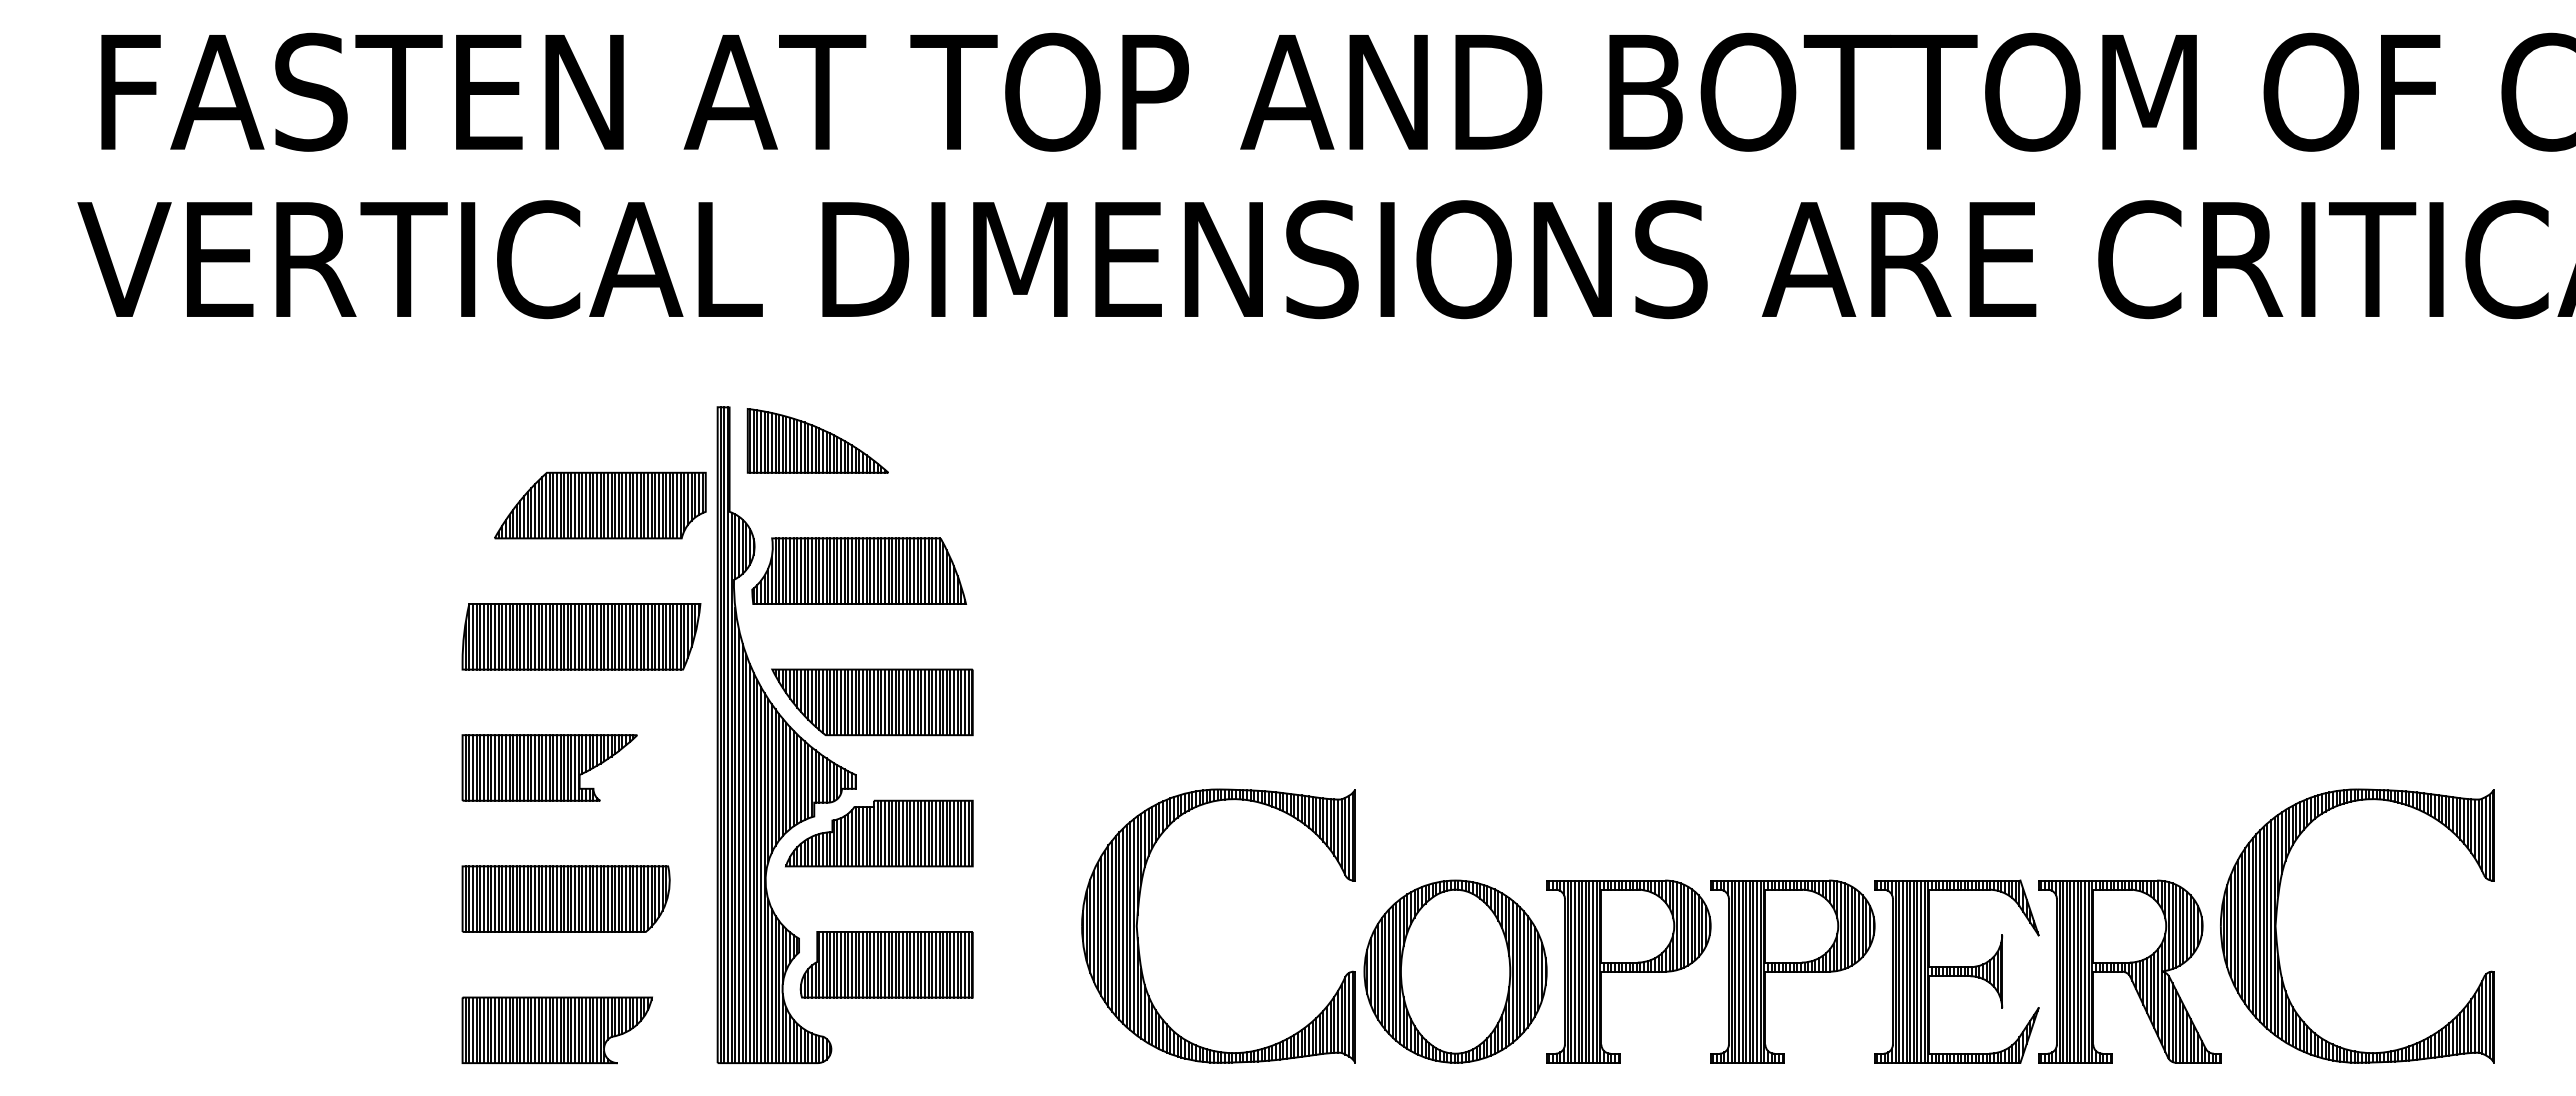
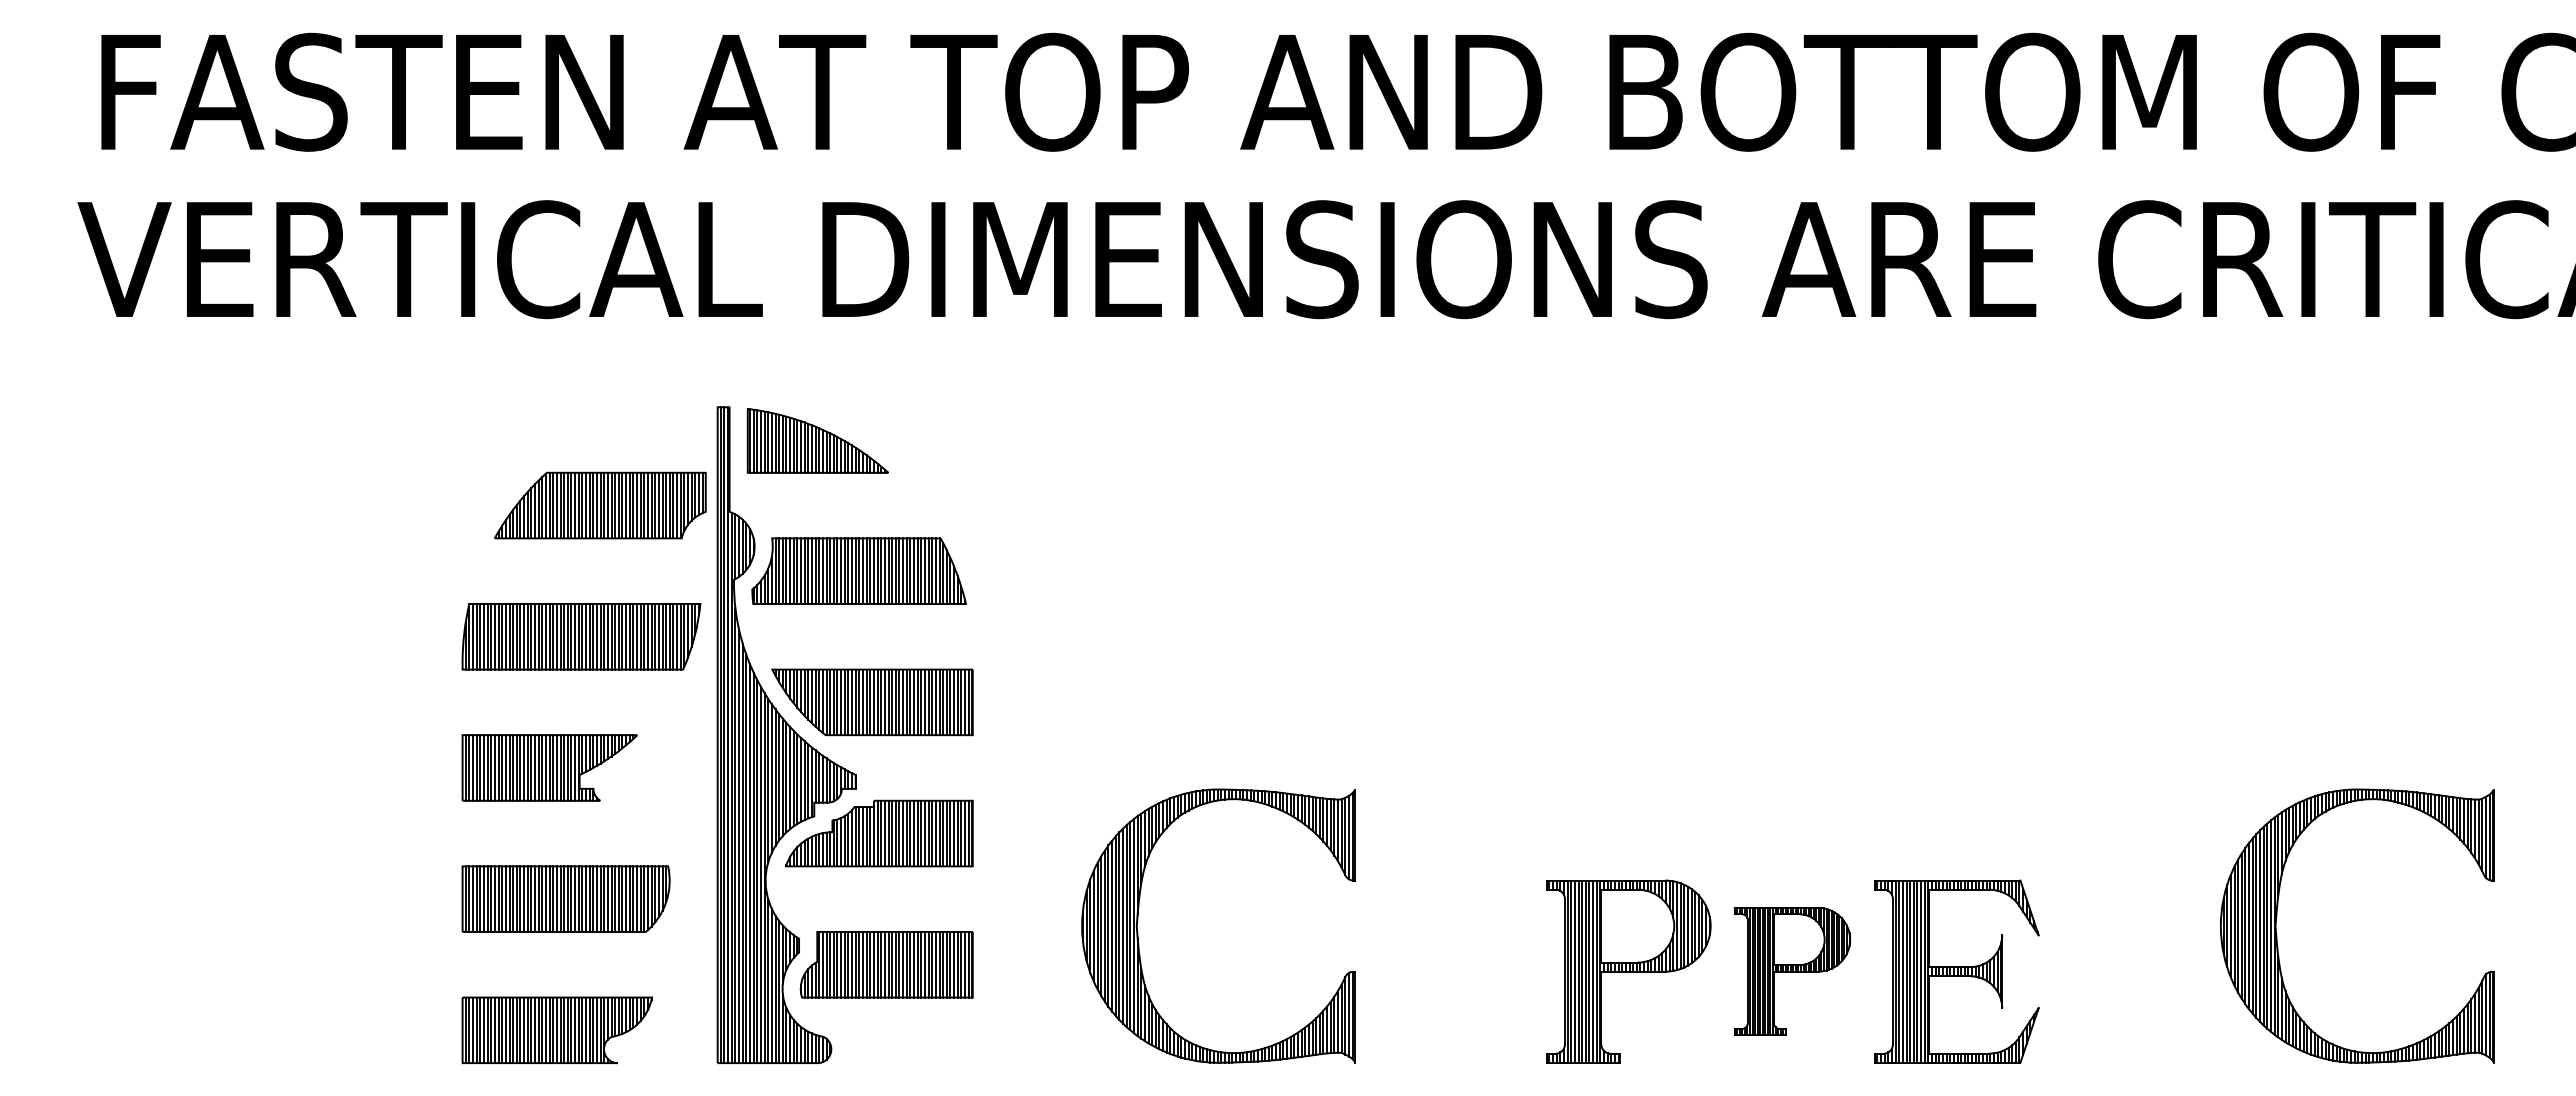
part at (1455, 971): present -> none
part at (1792, 971) size: 166x185 px -> 118x129 px
part at (2129, 971): present -> none
